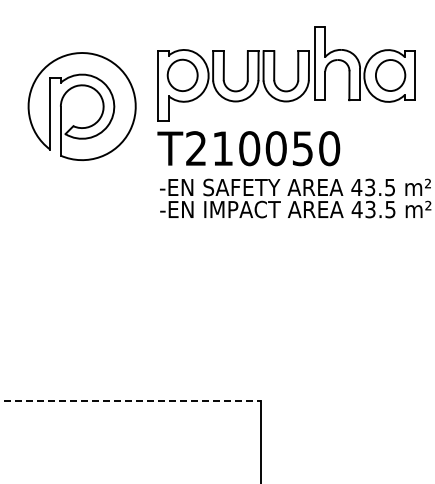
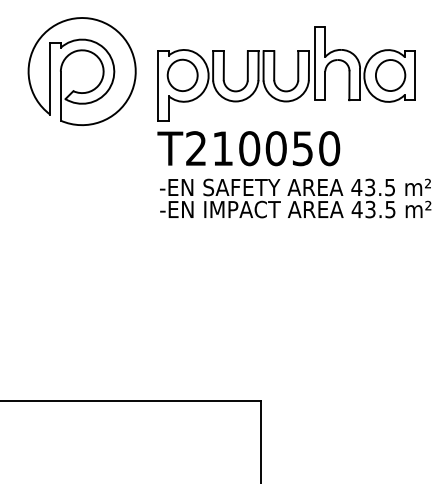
part at (81, 106) position: (81, 106) -> (81, 71)
line at (130, 401): dashed -> solid
